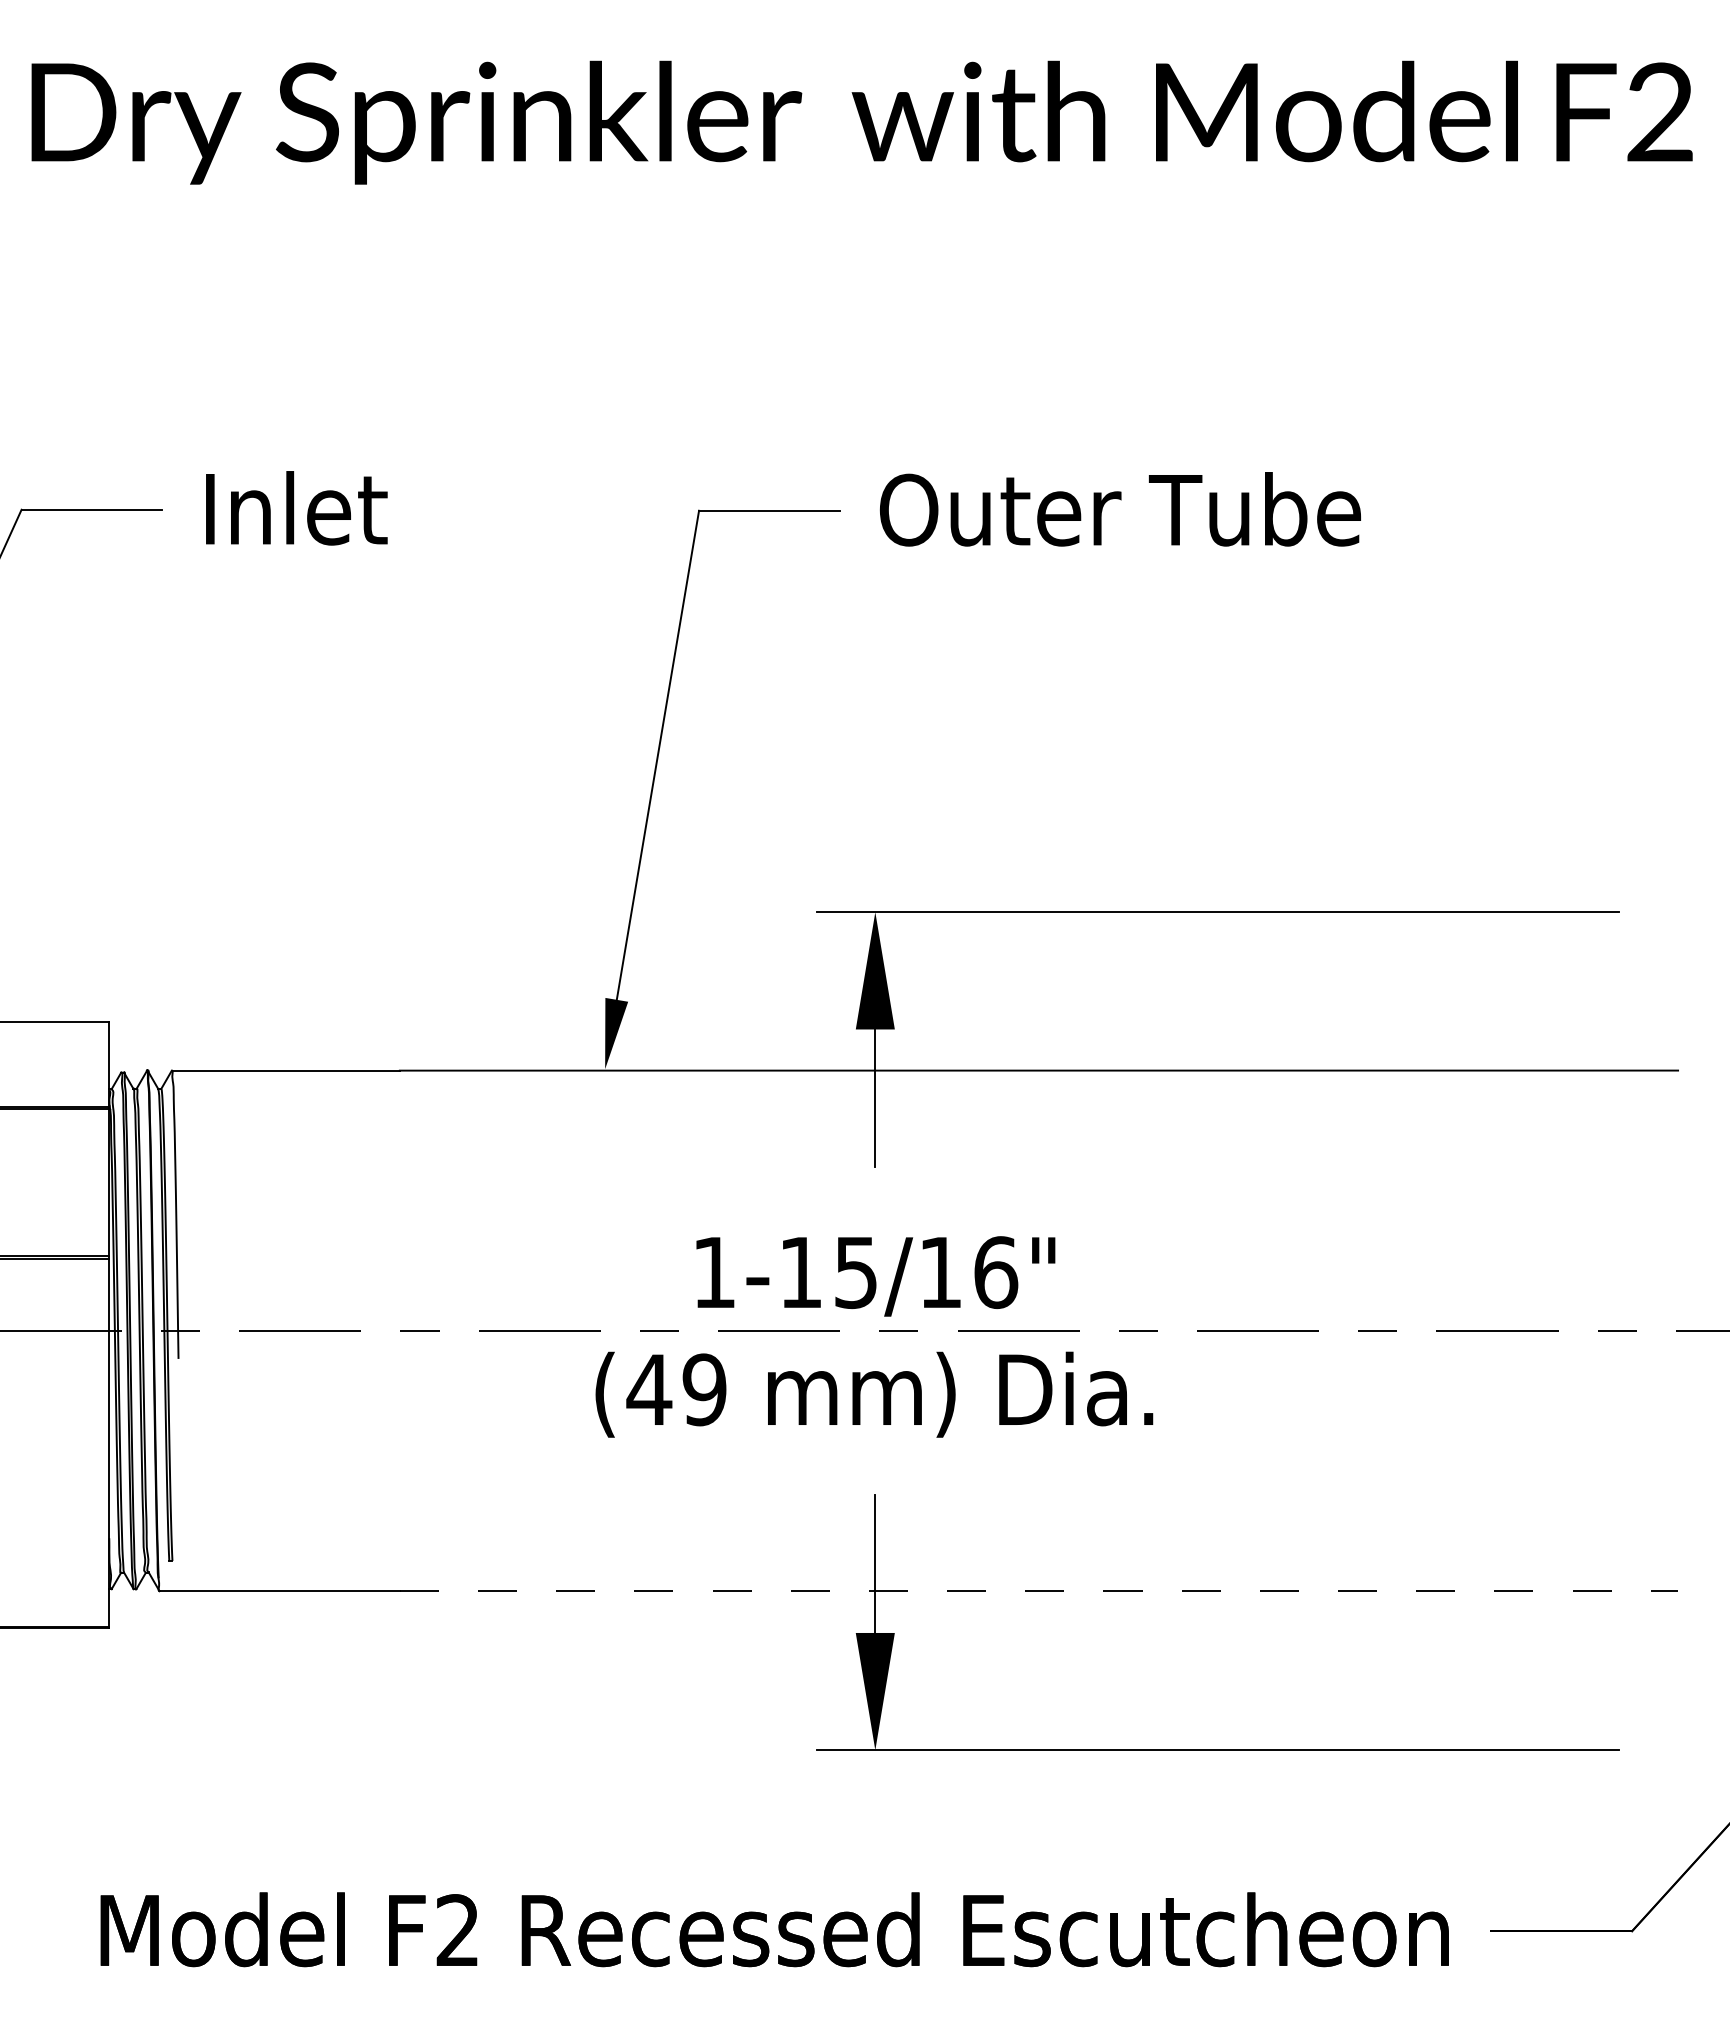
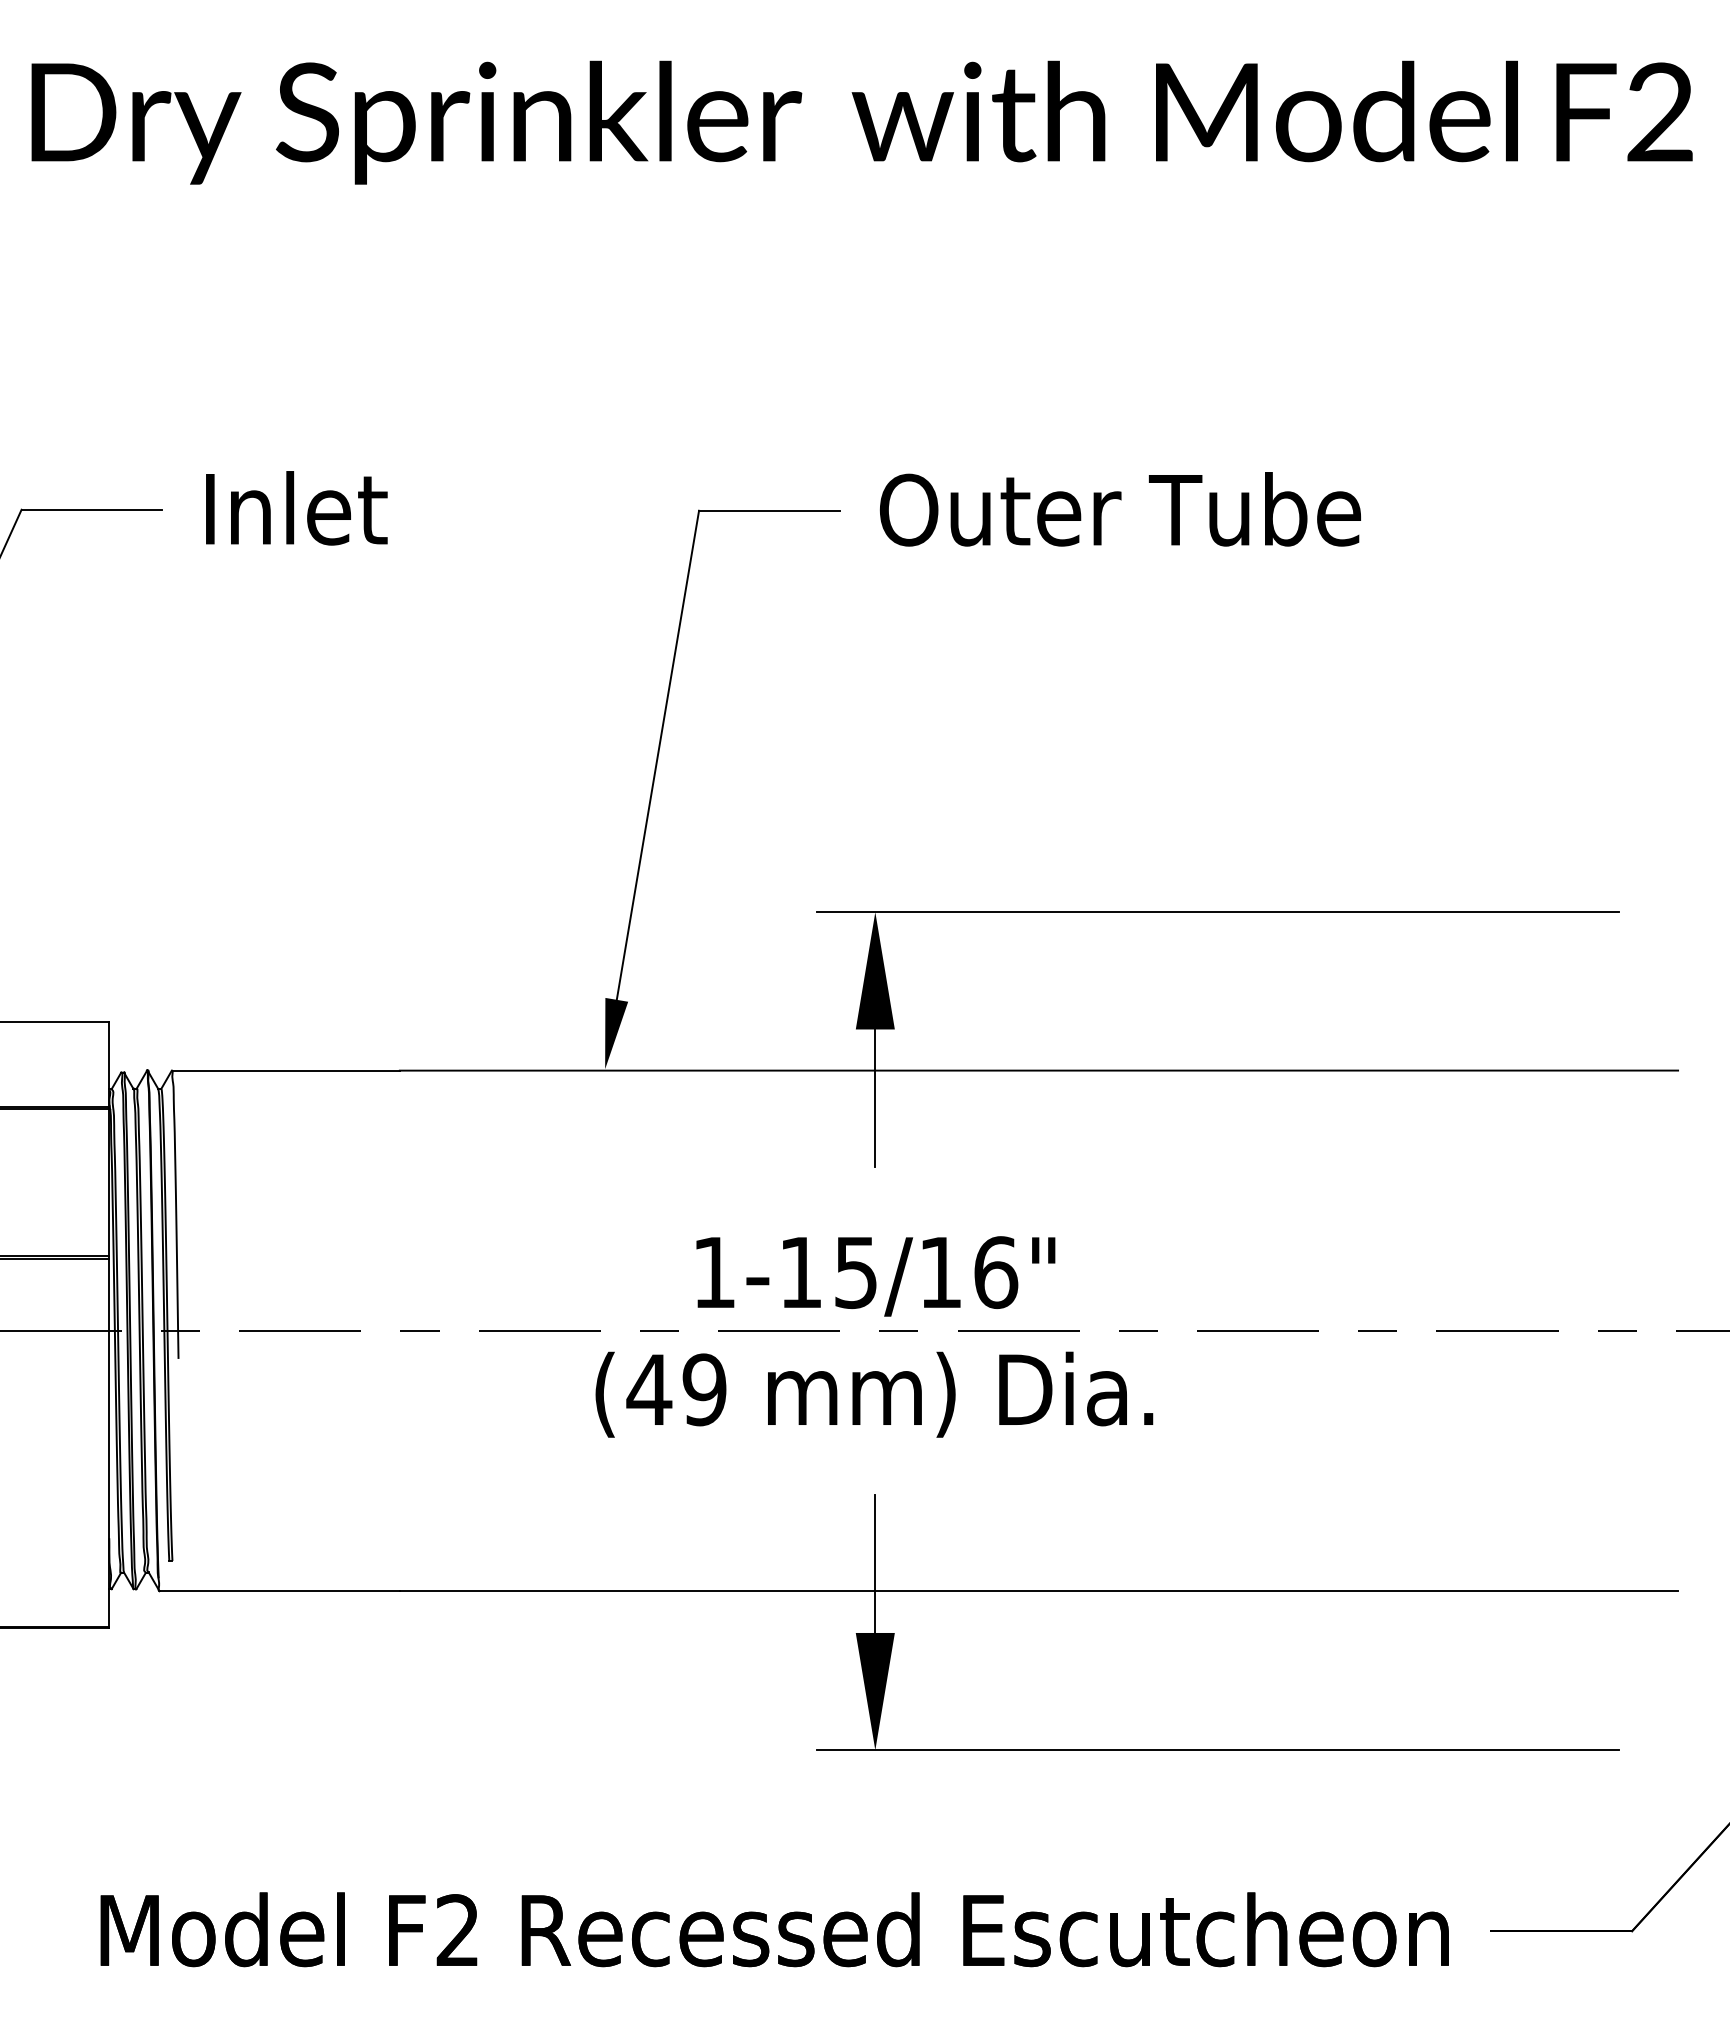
line at (1039, 1591): dashed -> solid
